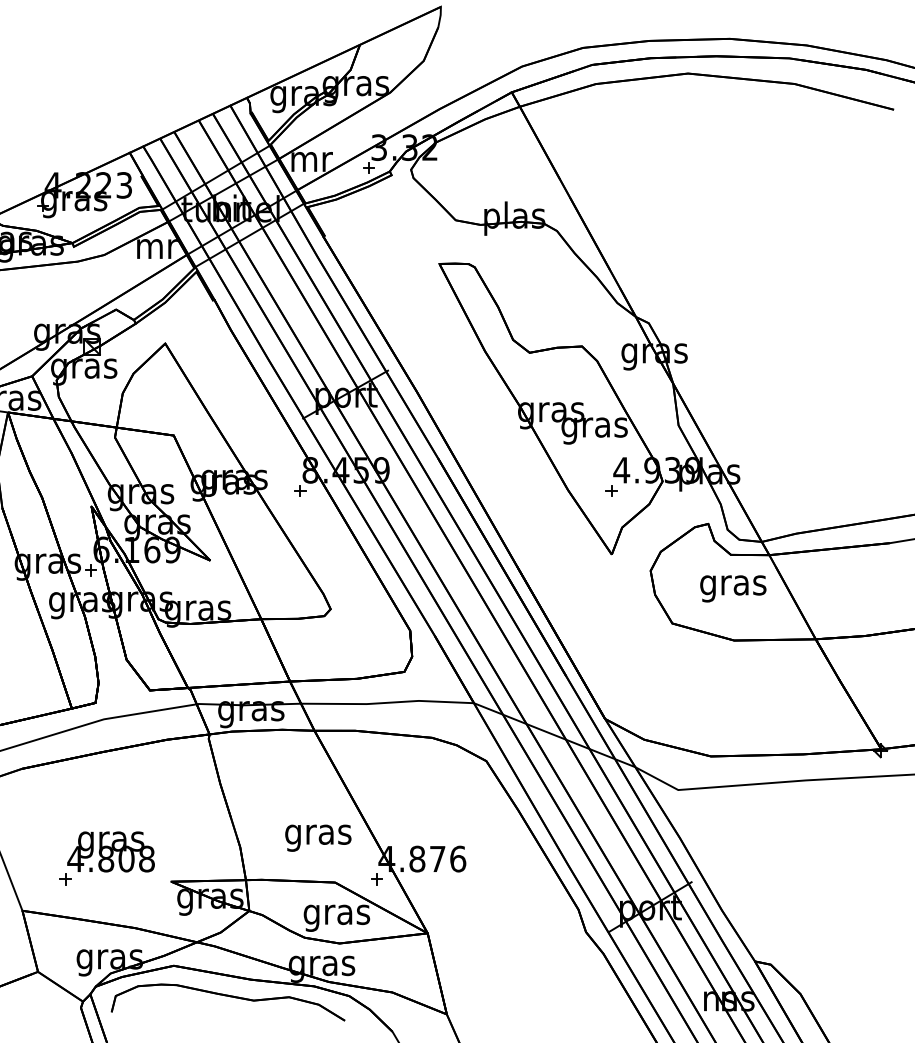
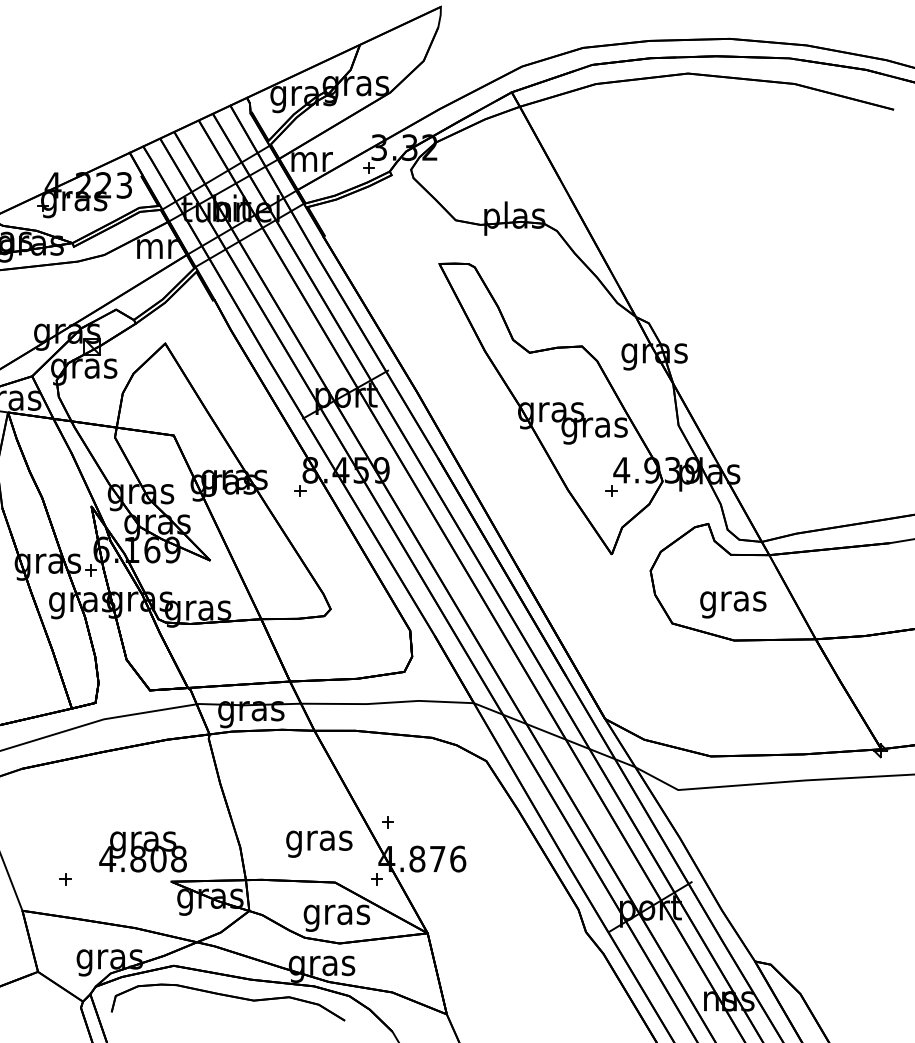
text at (733, 588) position: (733, 588) -> (733, 604)
part at (387, 822): none -> present
text at (318, 837) position: (318, 837) -> (319, 843)
text at (110, 851) position: (110, 851) -> (142, 851)
